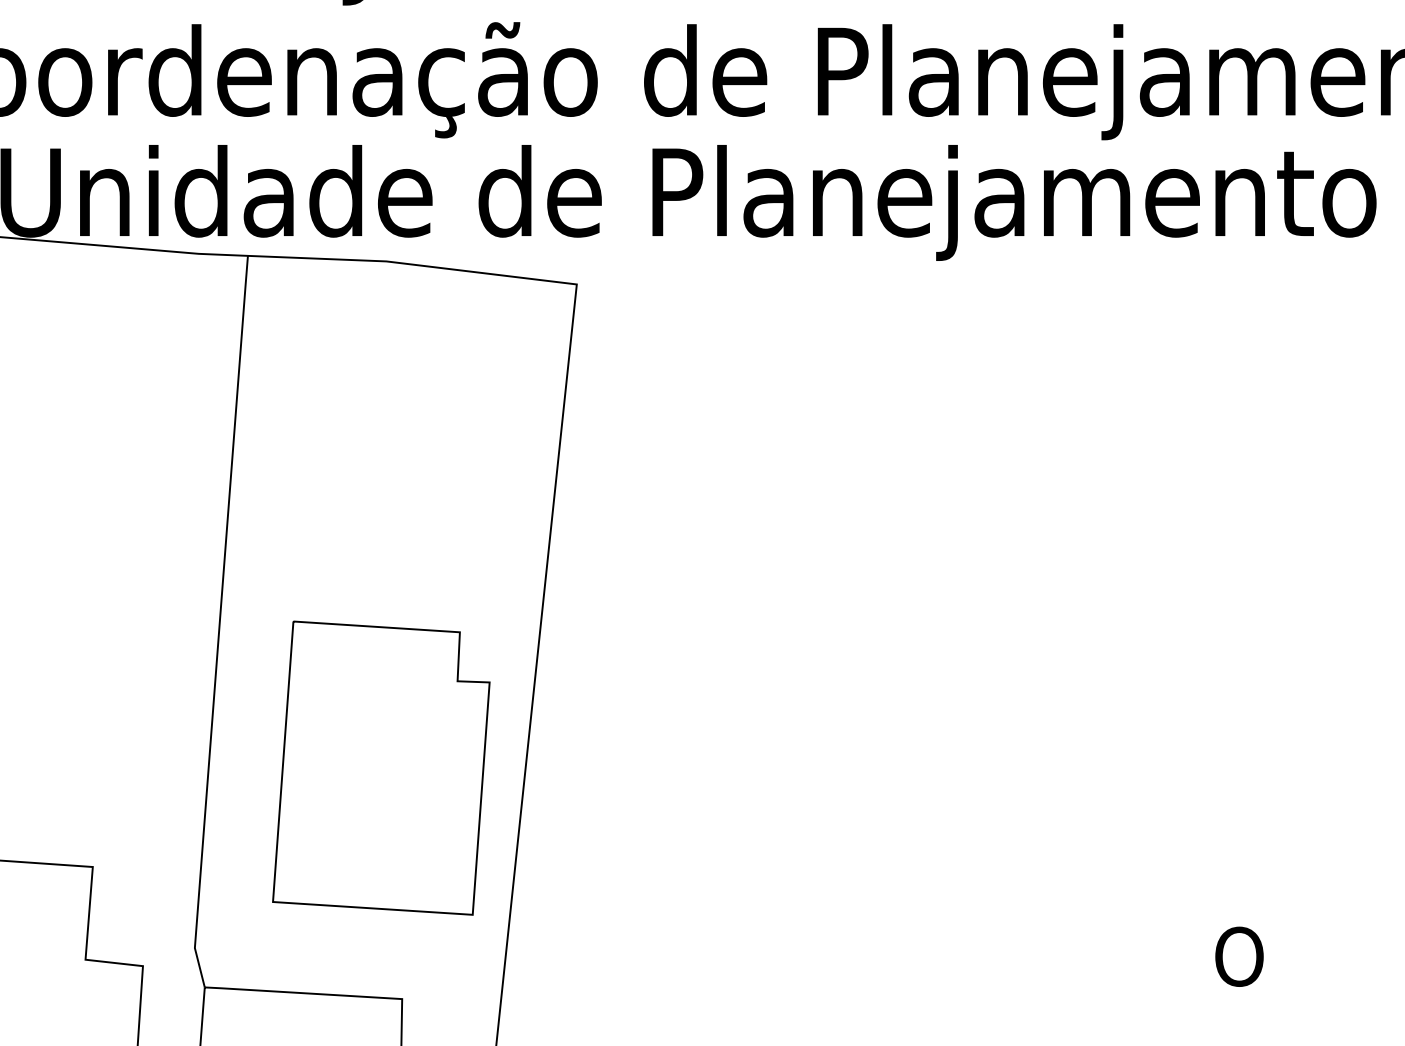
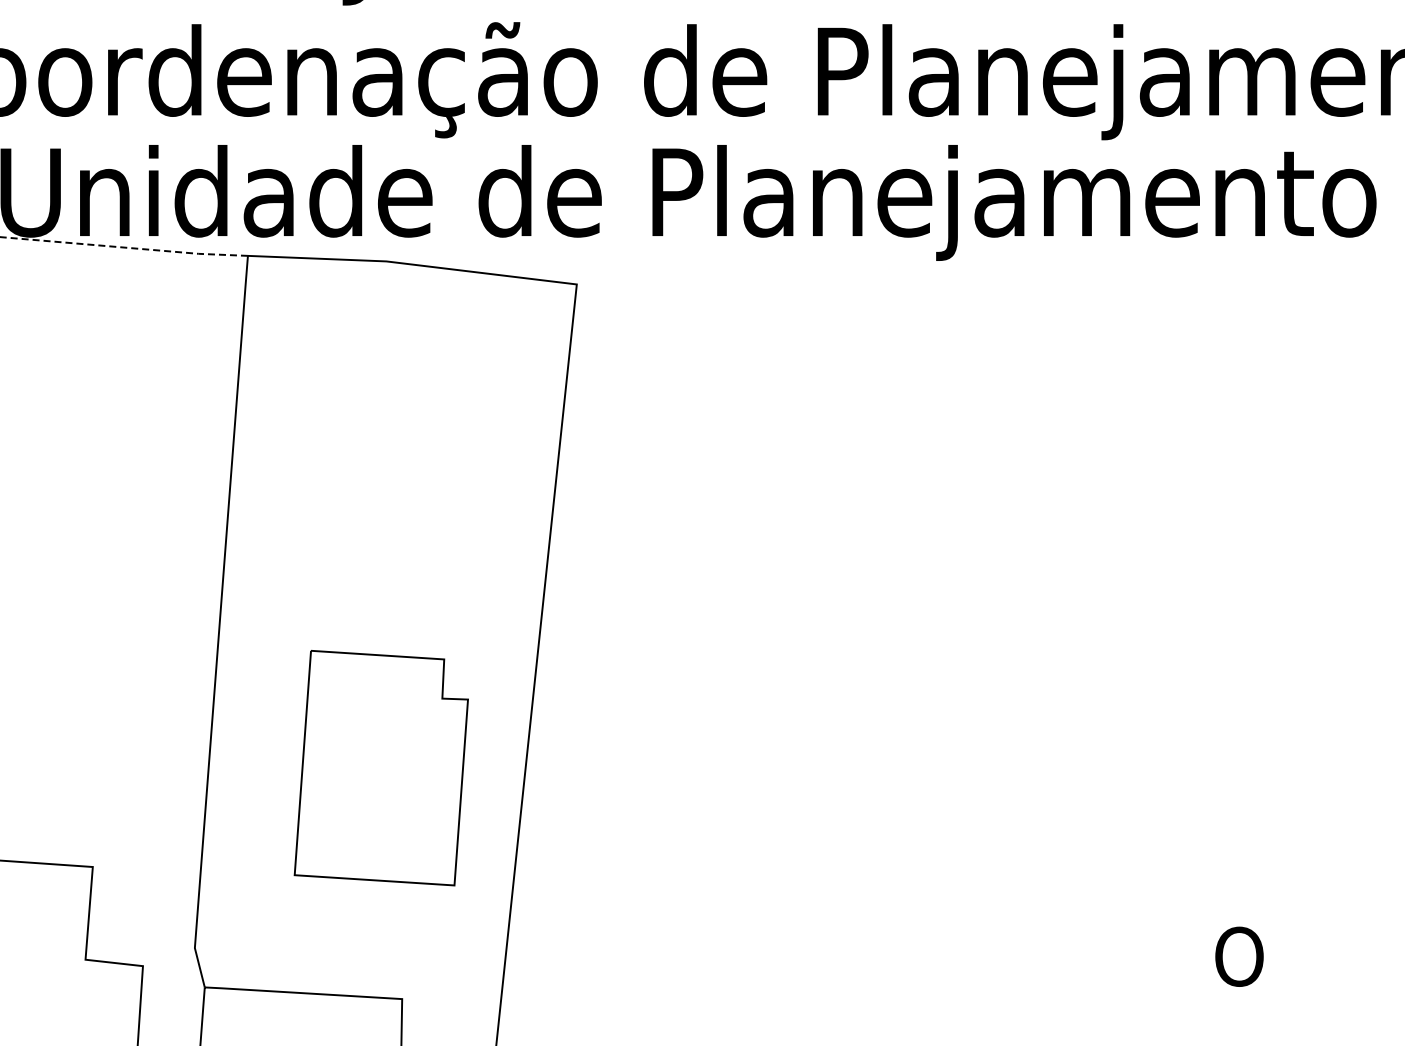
line at (124, 247): solid -> dashed
part at (381, 767) size: 219x296 px -> 176x237 px
